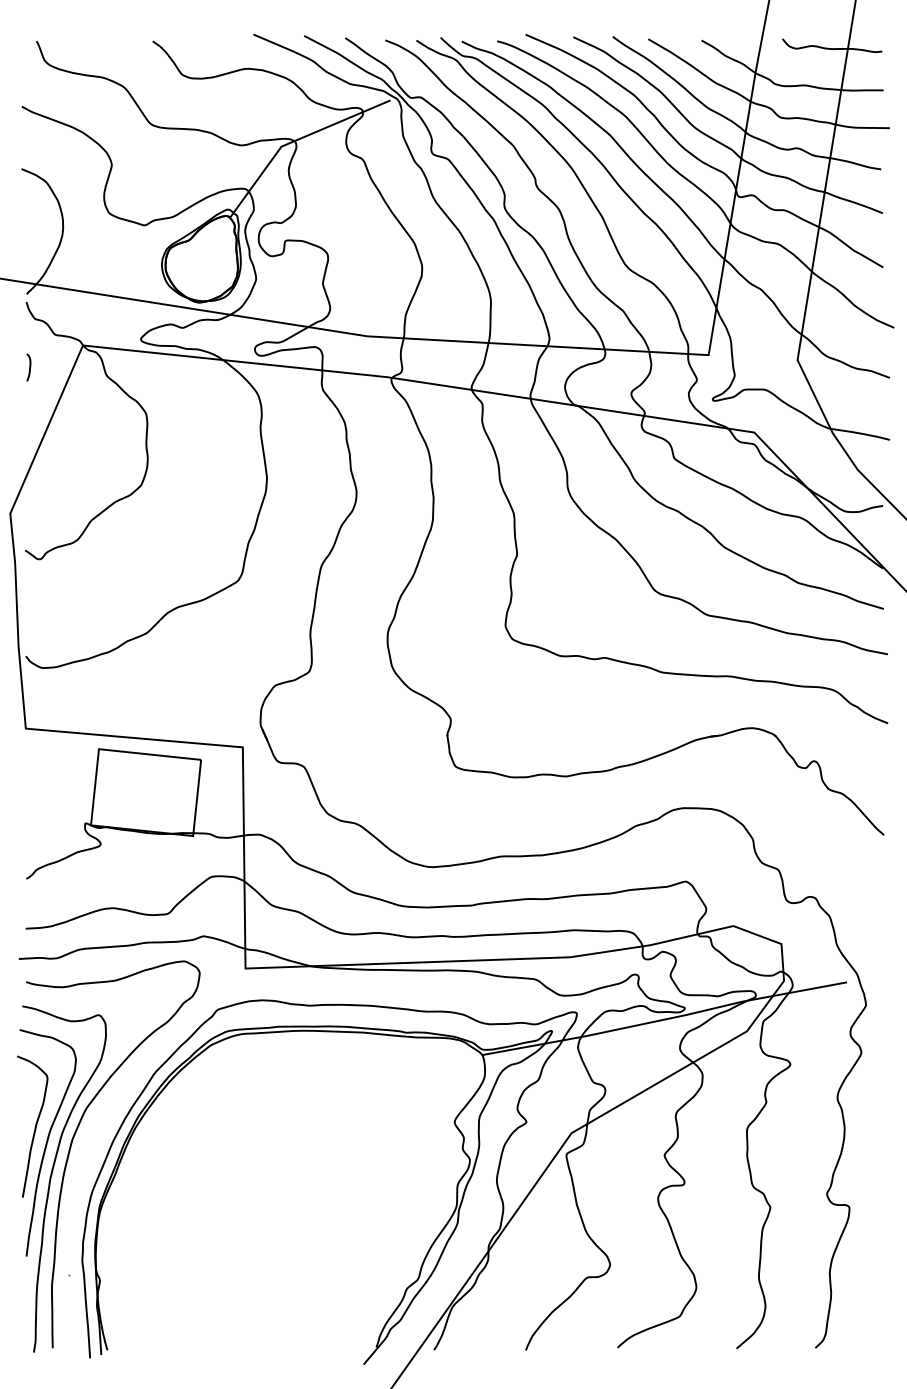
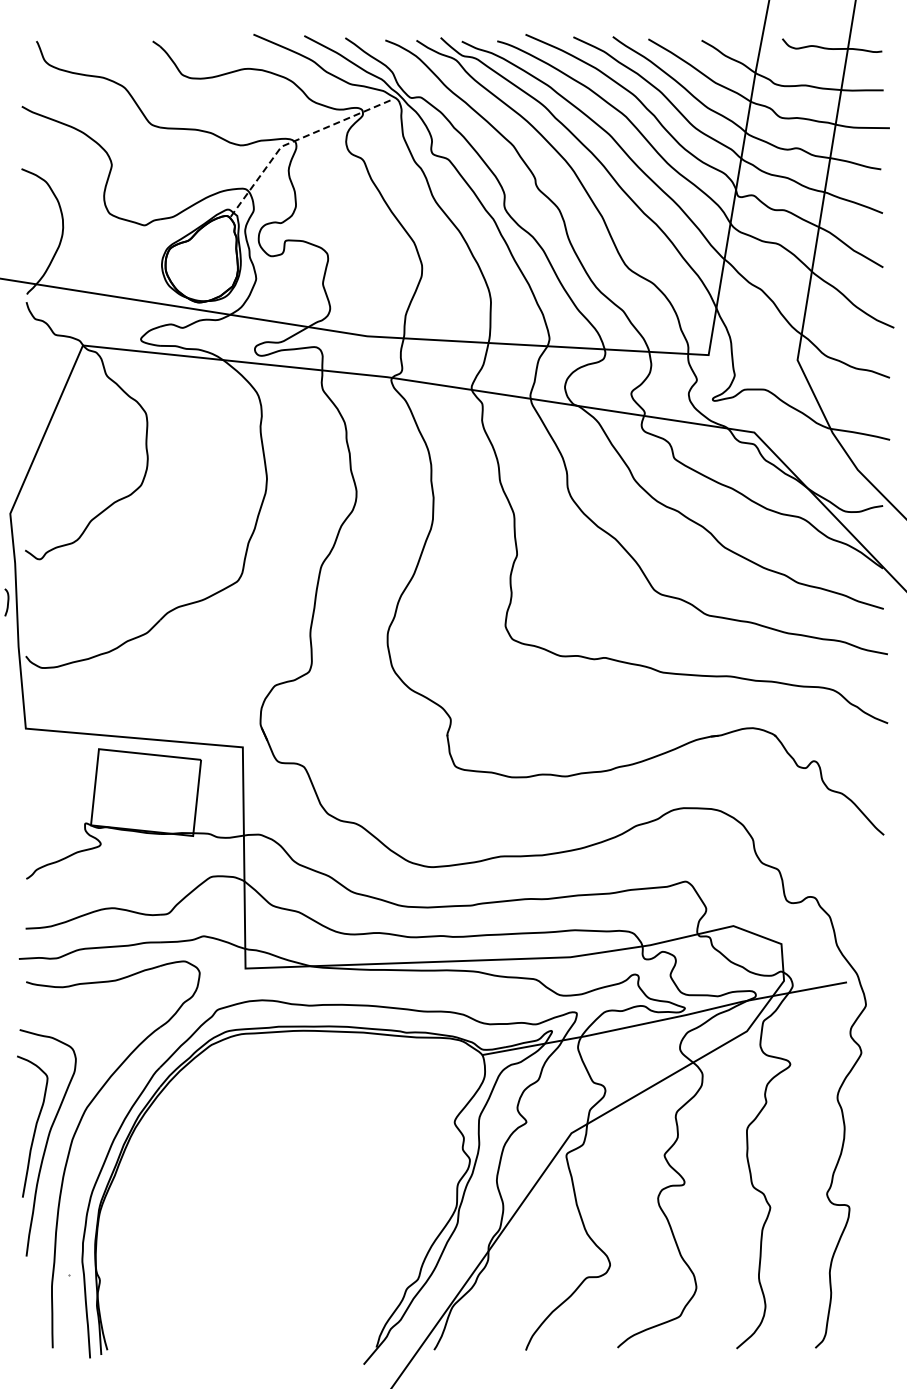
line at (295, 140): solid -> dashed
curve at (29, 367) position: (29, 367) -> (7, 602)
curve at (52, 1175): present -> none
